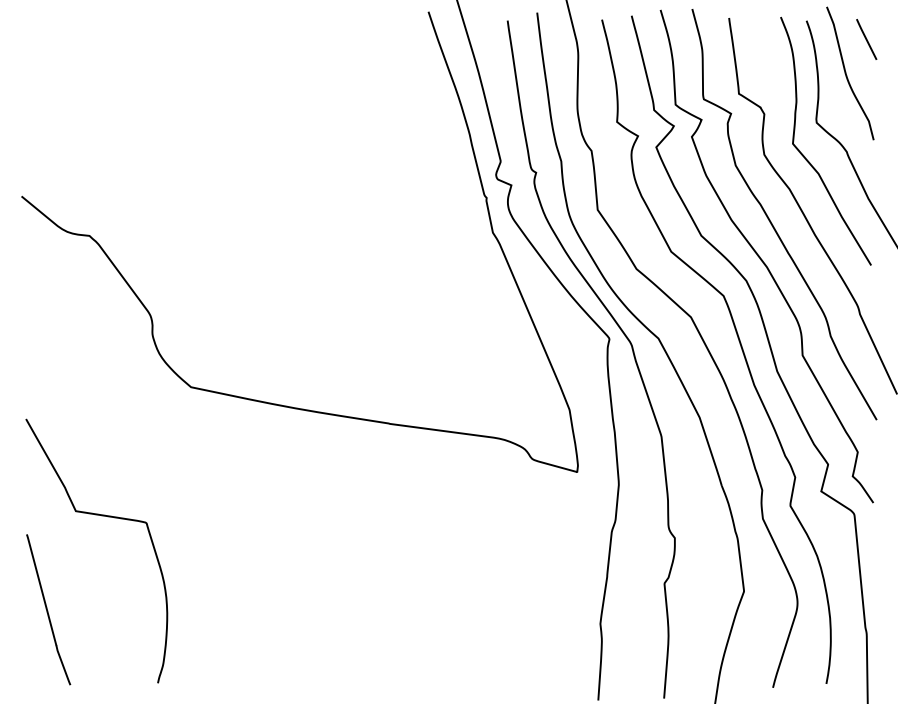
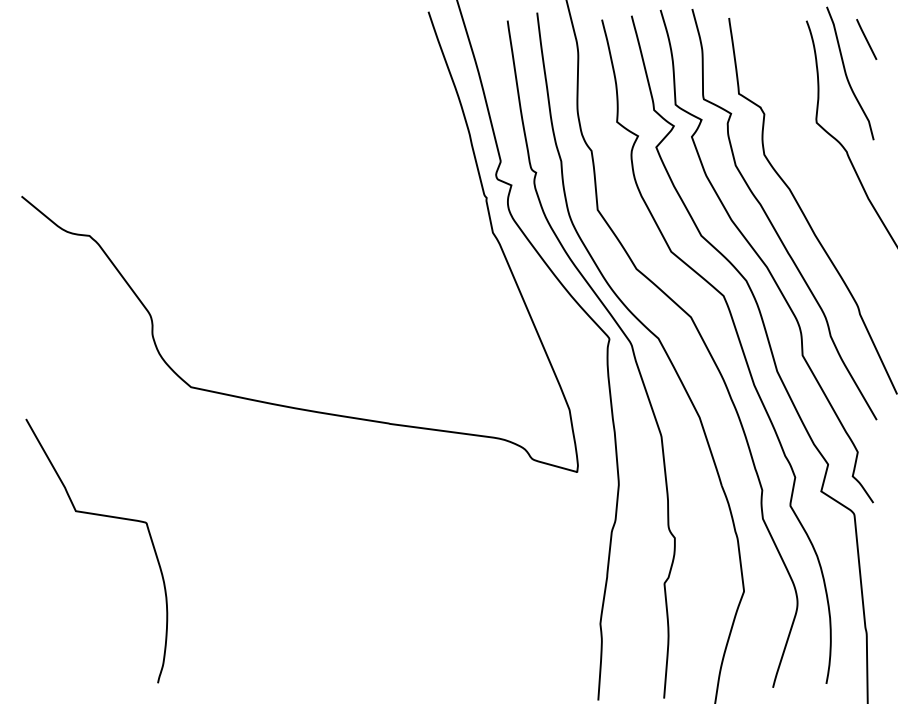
curve at (805, 156): present -> none
curve at (47, 609): present -> none
